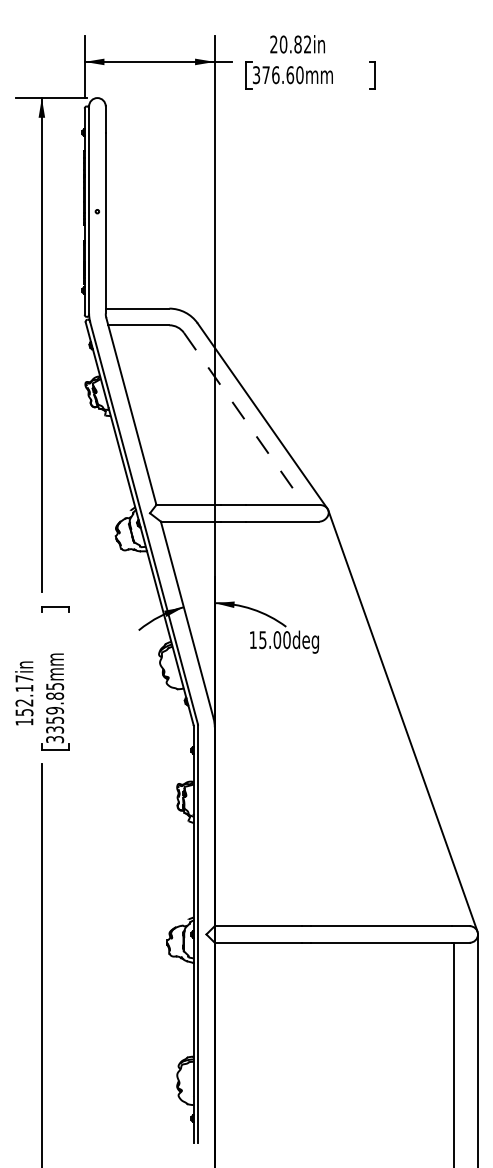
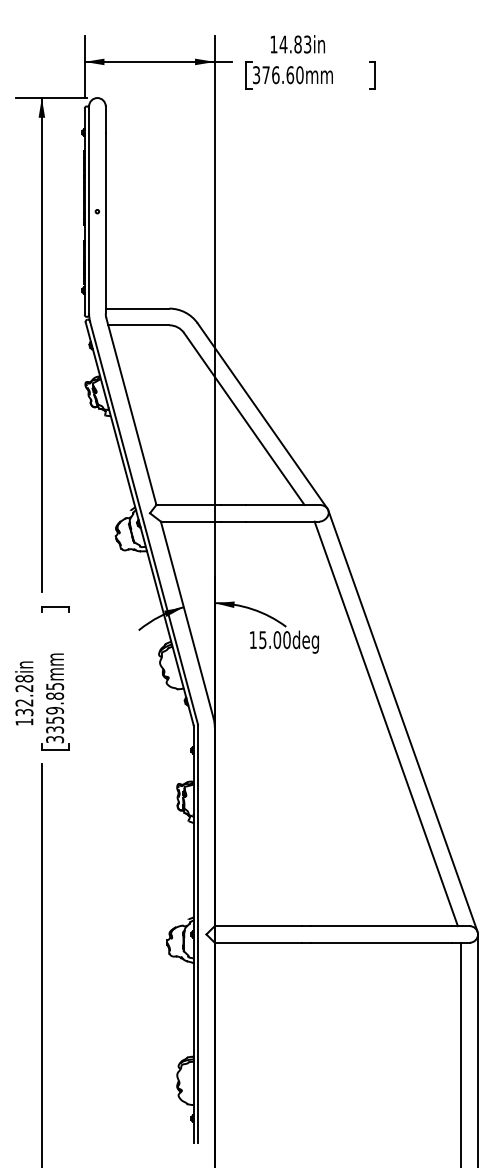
text at (290, 44): 20.82in -> 14.83in
line at (244, 418): dashed -> solid
text at (24, 695): 152.17in -> 132.28in
line at (385, 723): none -> present
line at (454, 1053) position: (454, 1053) -> (461, 1053)
